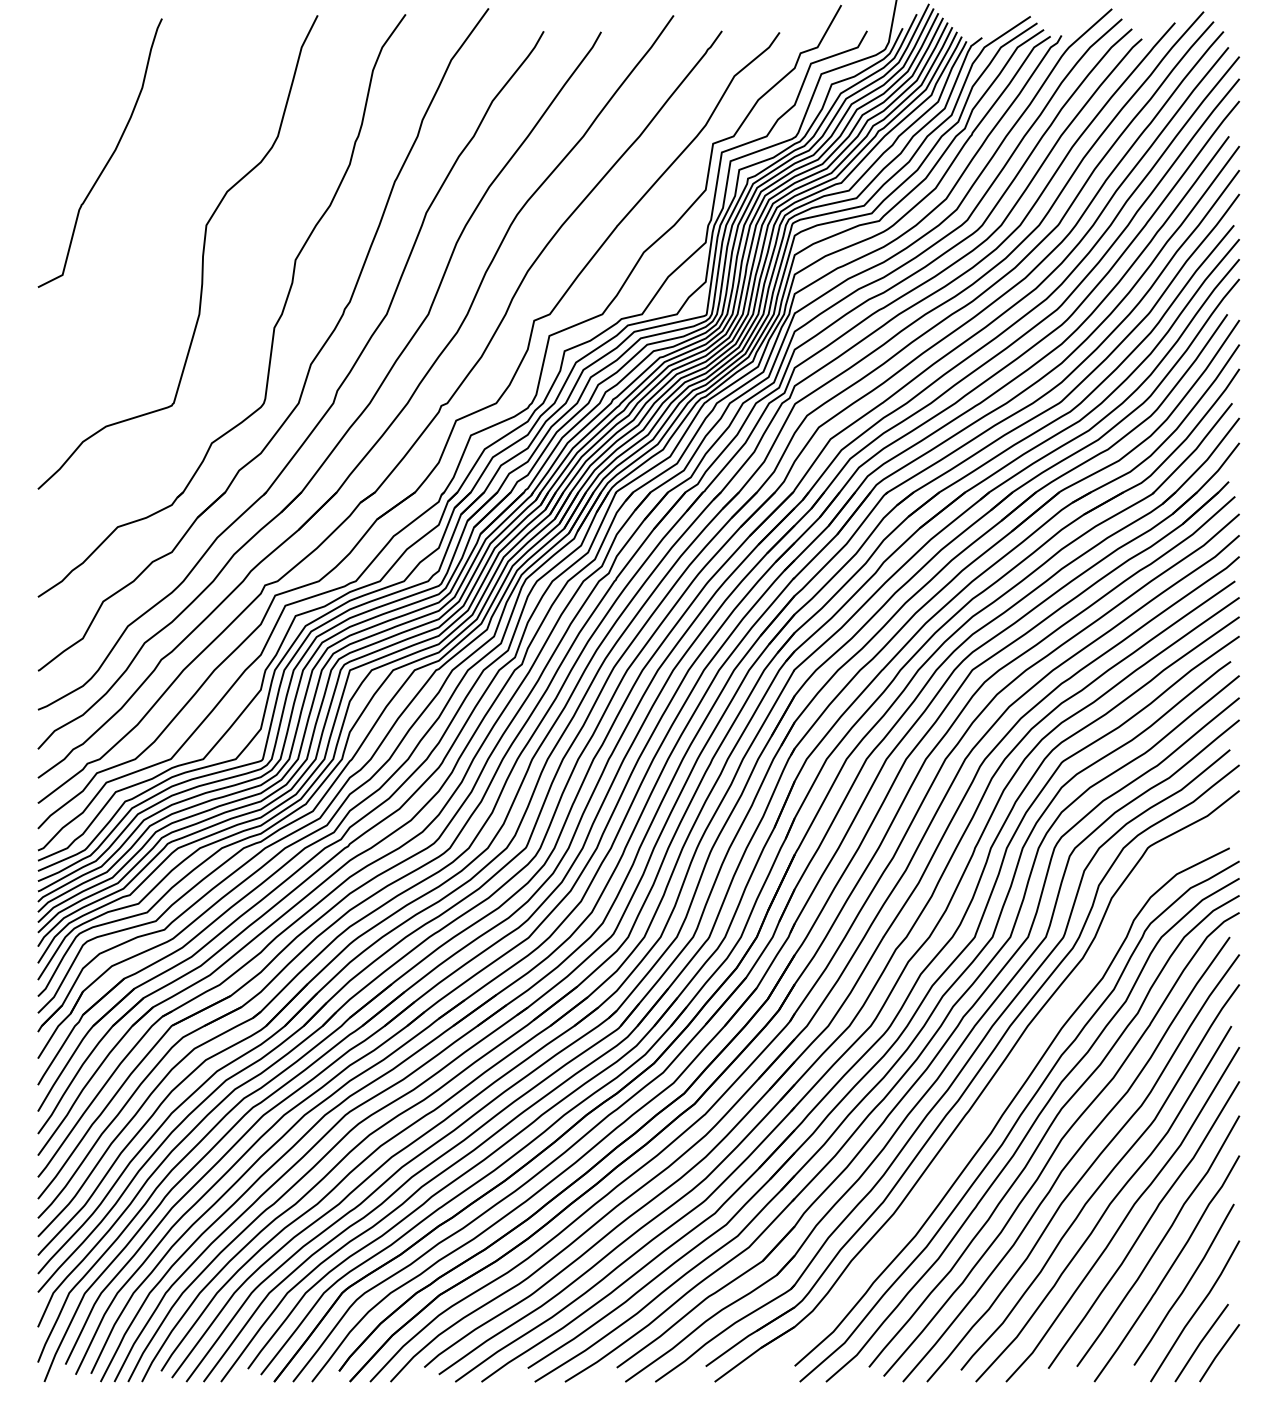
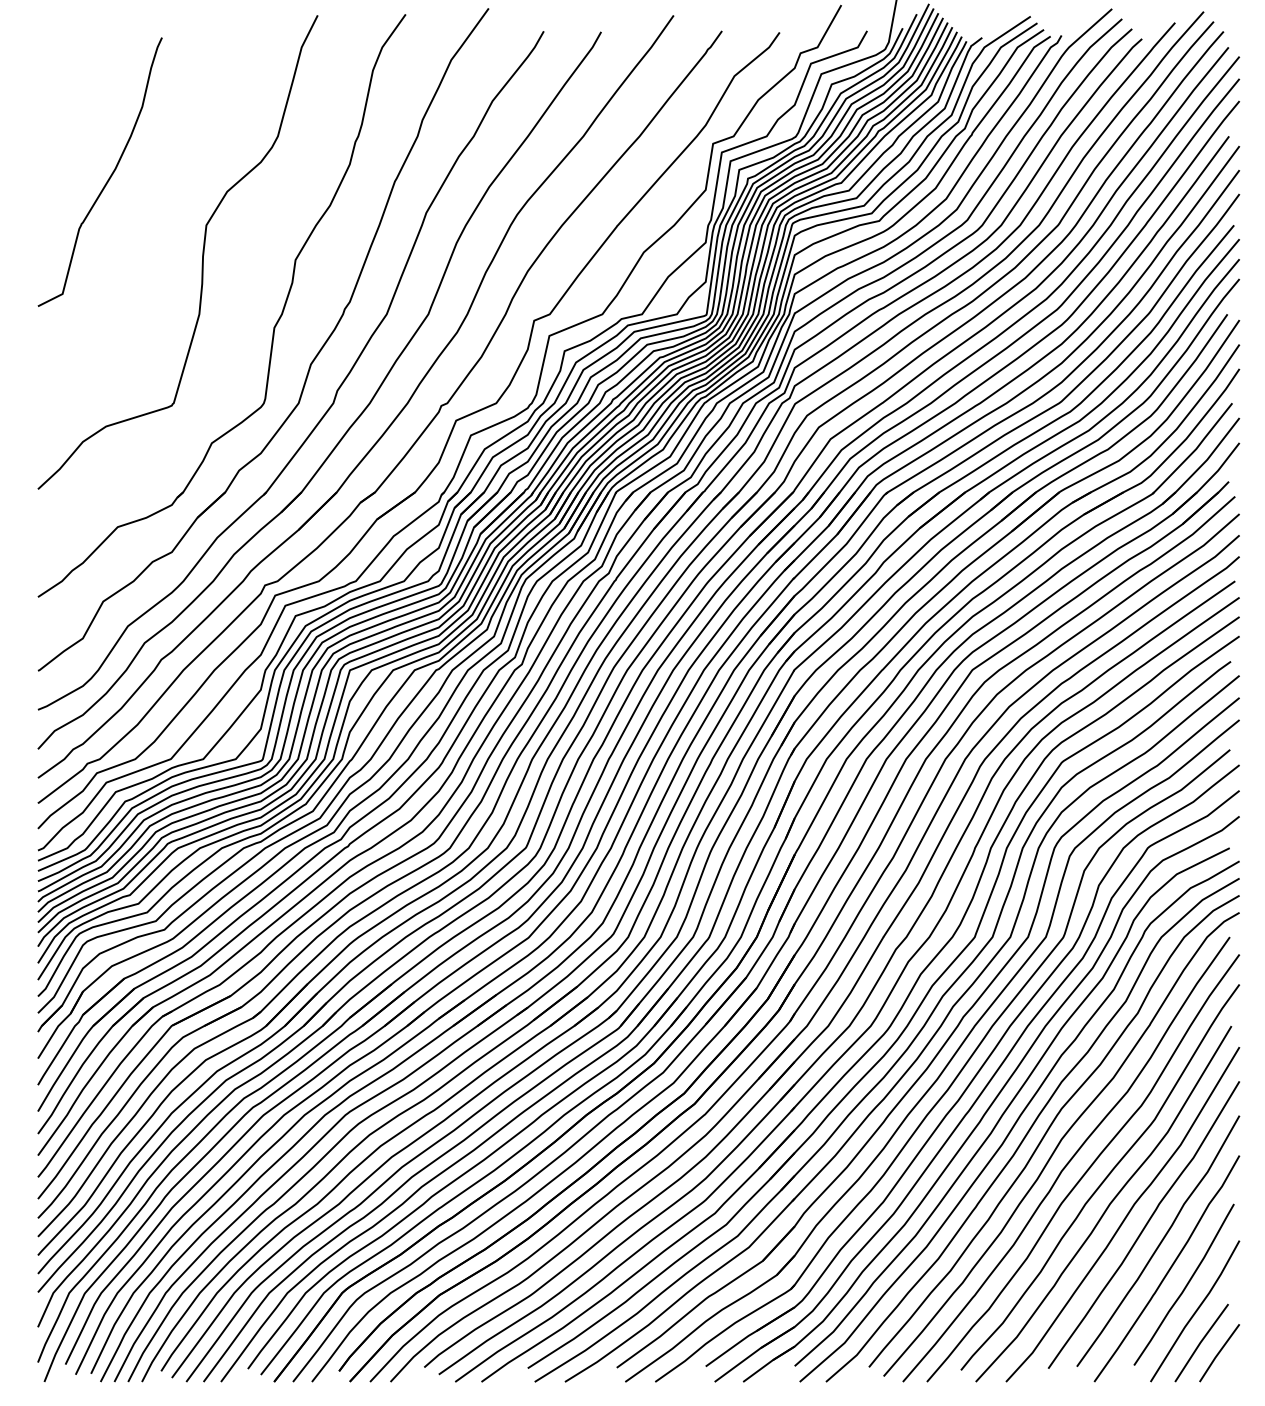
curve at (109, 157) position: (109, 157) -> (109, 176)
part at (990, 1099): none -> present
